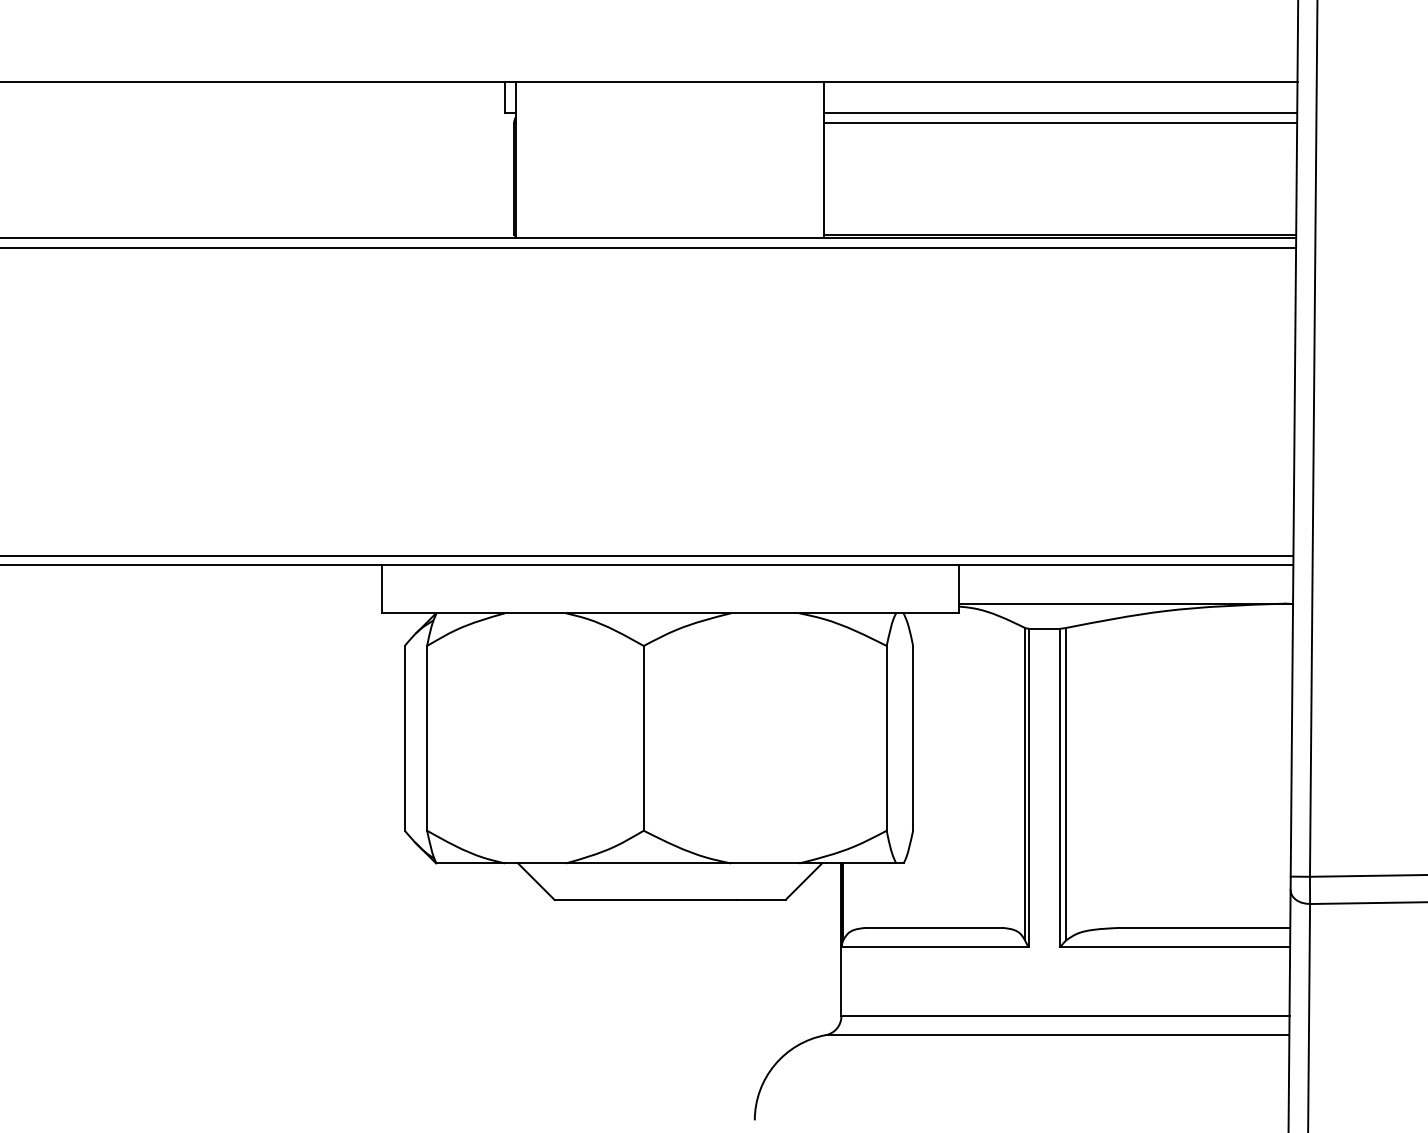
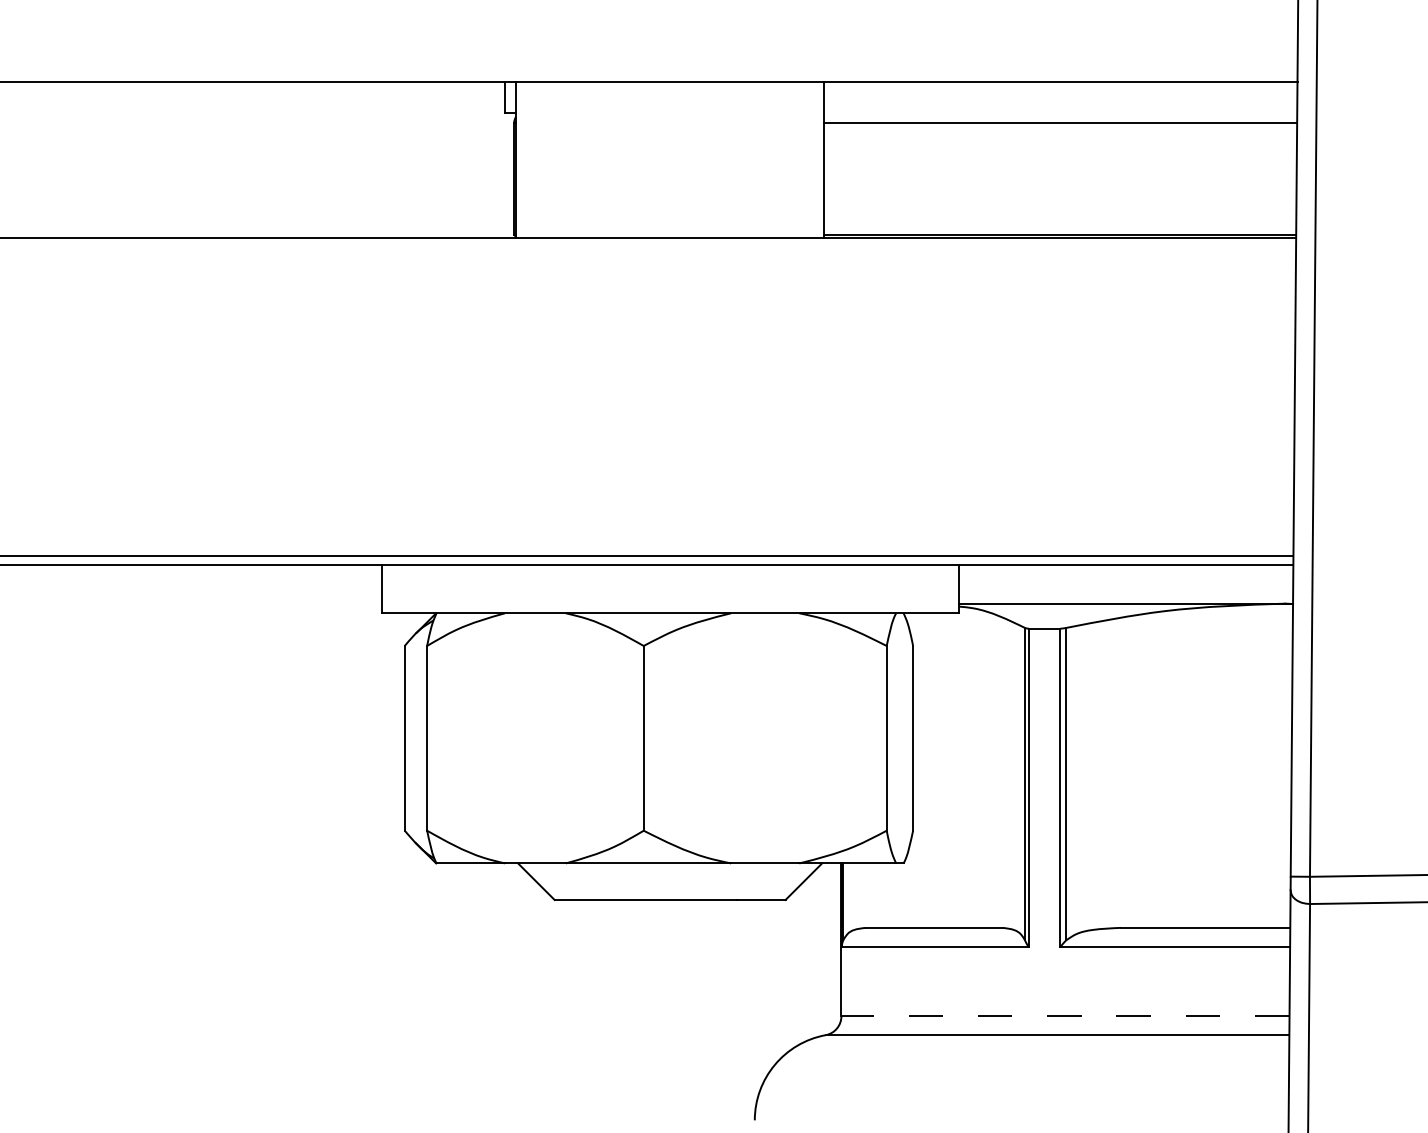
line at (1060, 112): present -> none
line at (649, 247): present -> none
line at (1064, 1016): solid -> dashed
